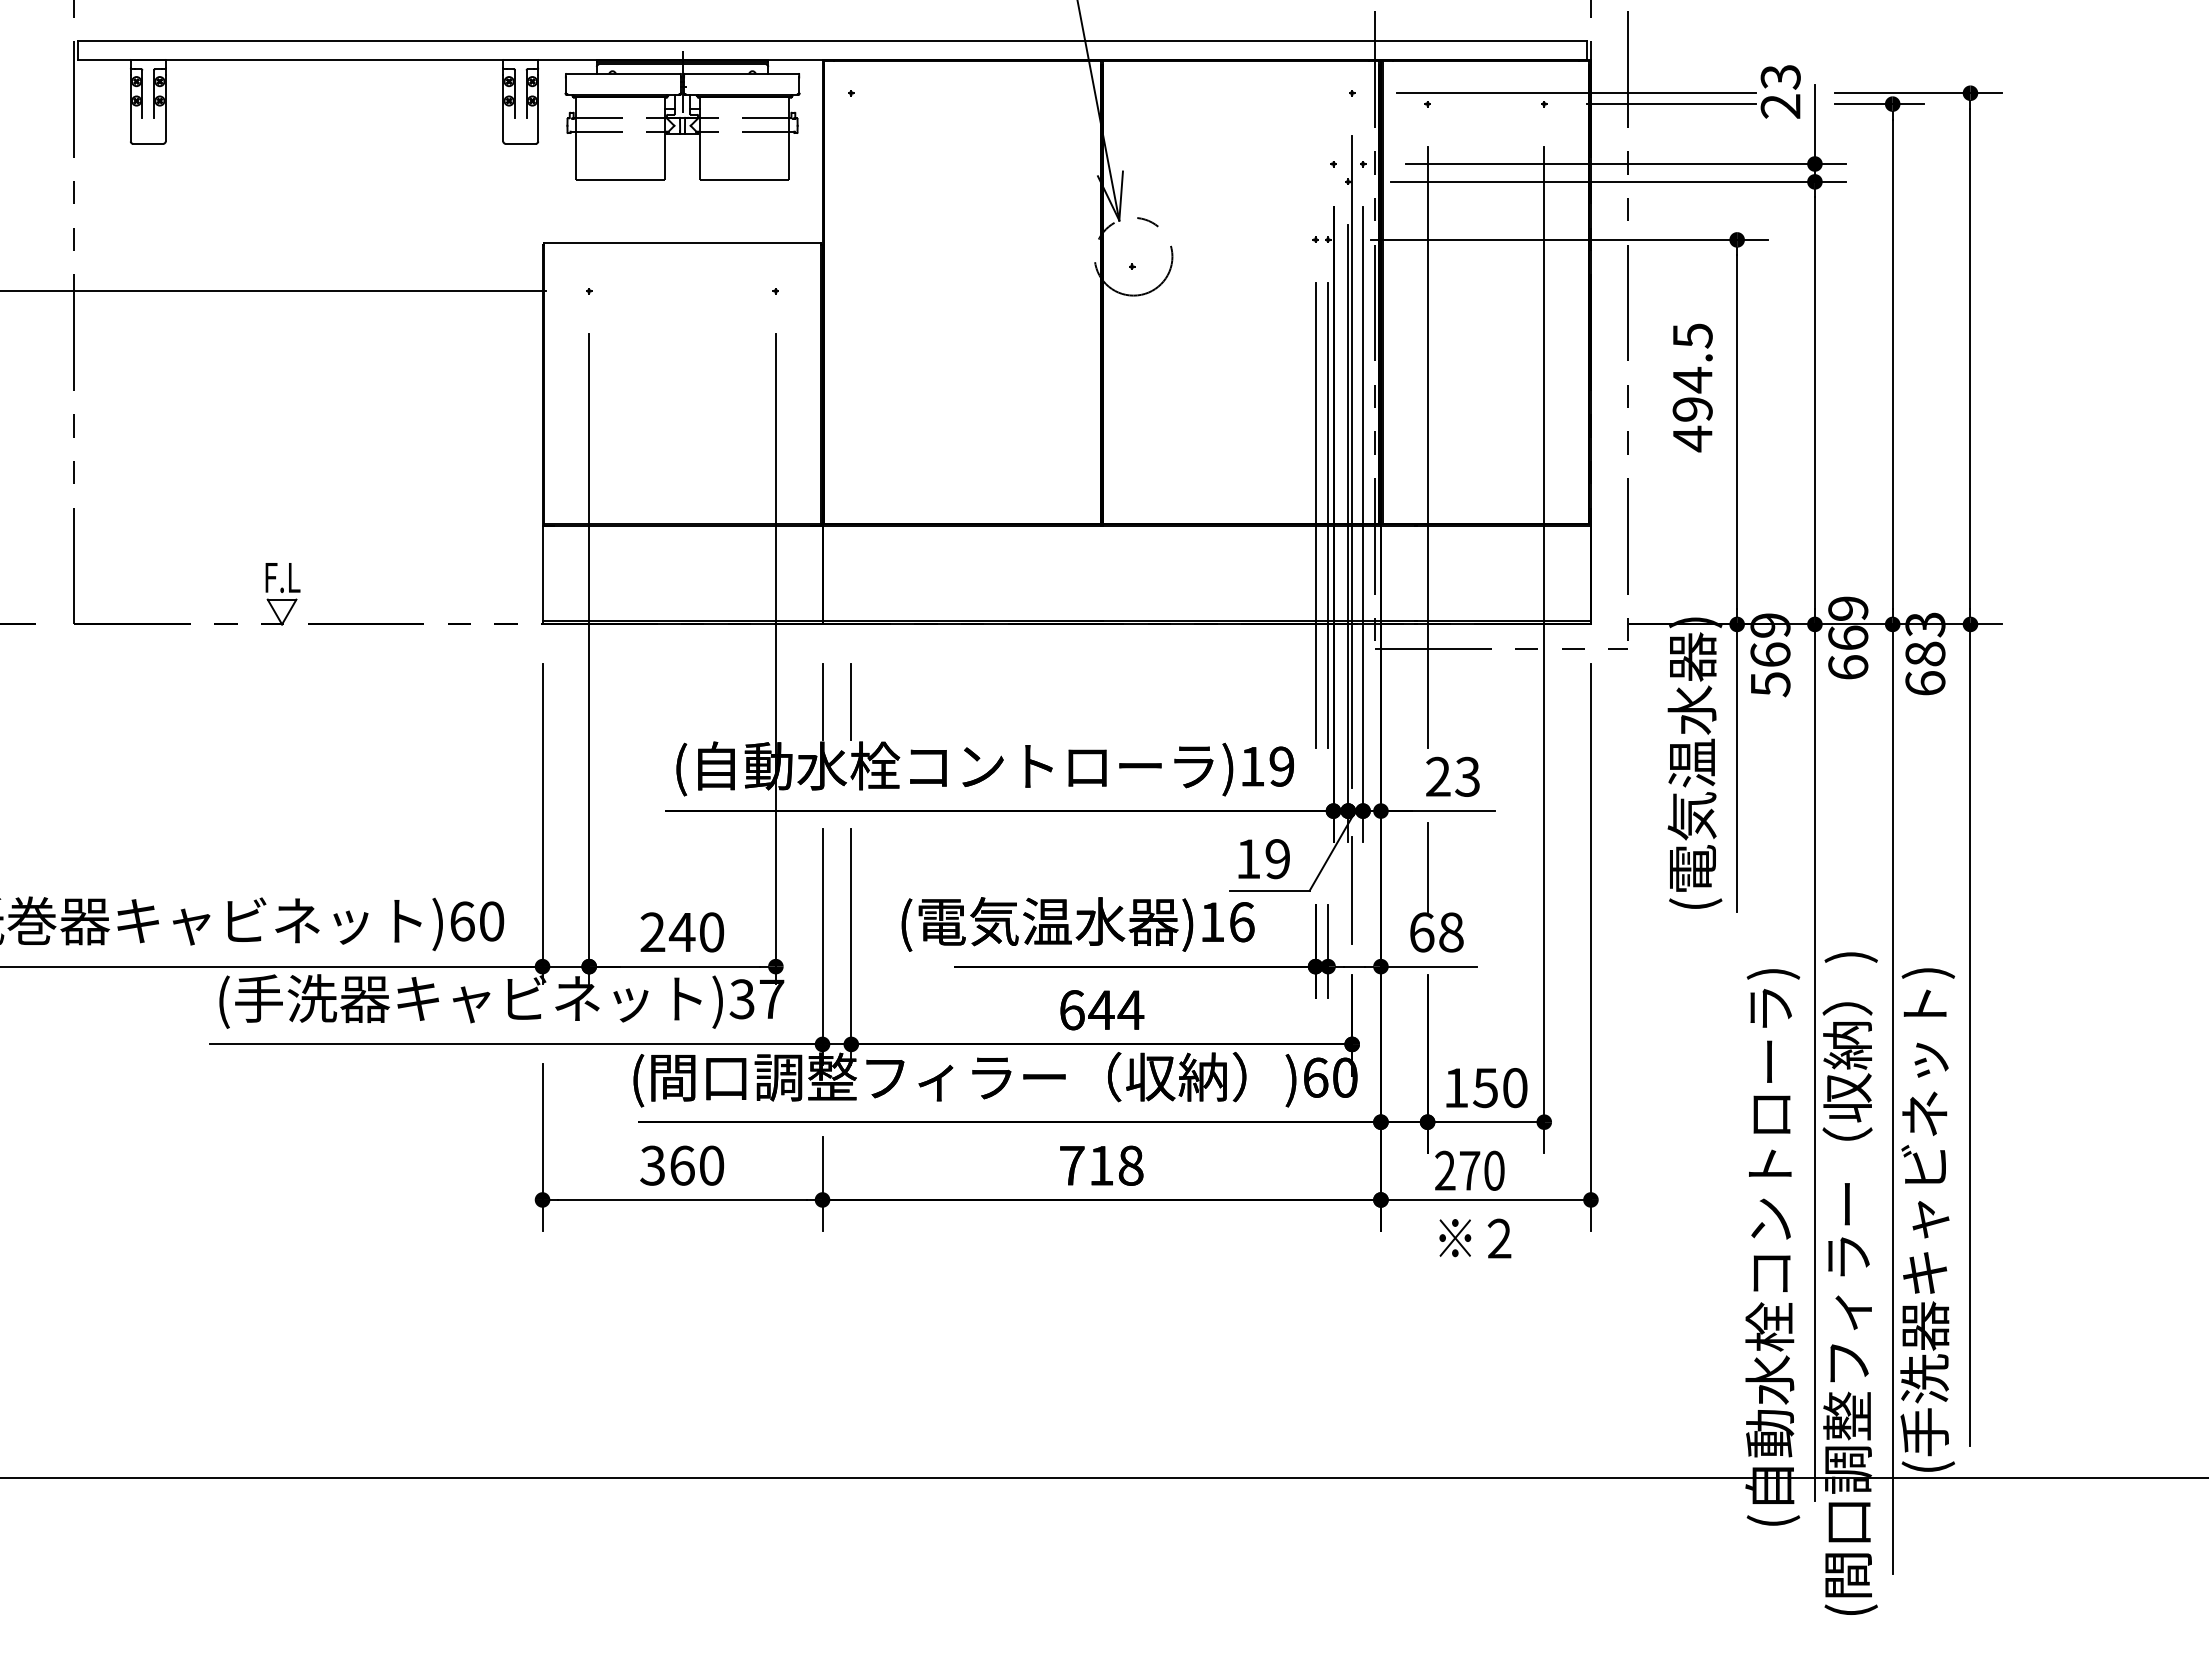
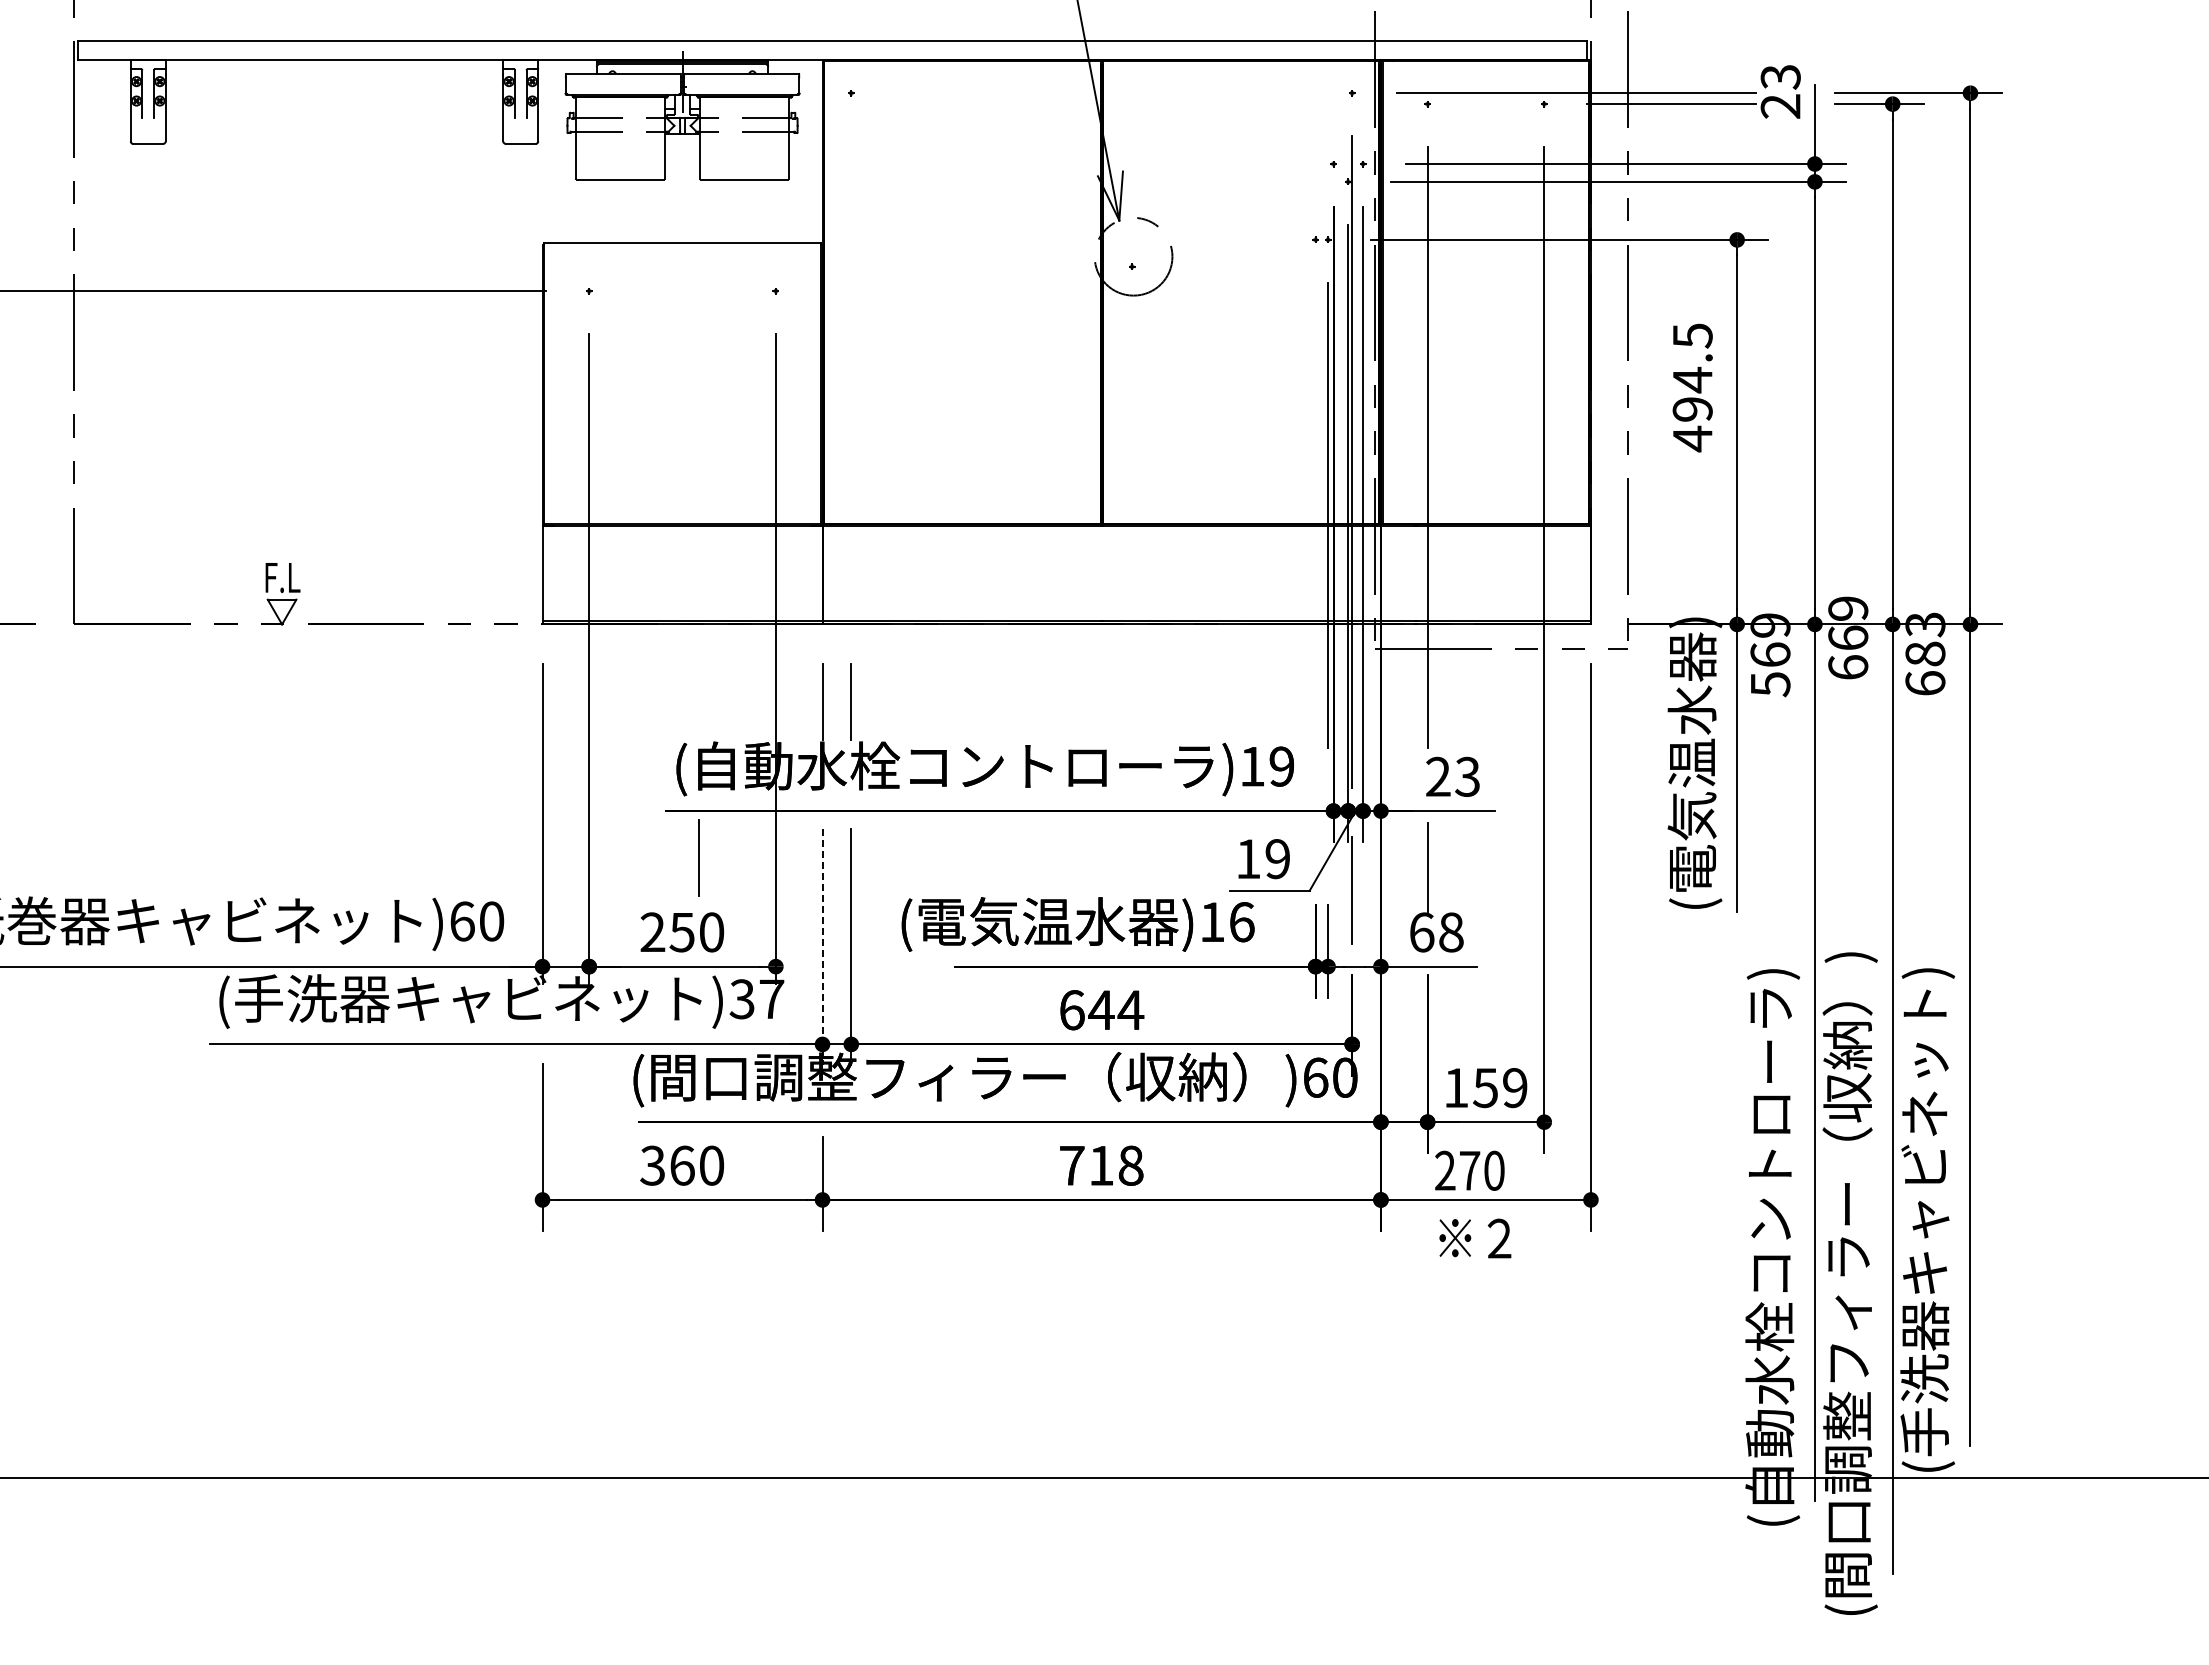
line at (1315, 515): present -> none
line at (698, 857): none -> present
text at (681, 932): 240 -> 250
line at (822, 947): solid -> dashed
text at (1515, 1088): 150 -> 159
